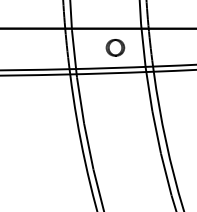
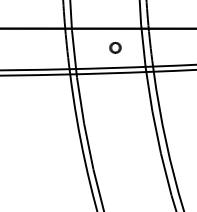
part at (115, 47) size: 21x18 px -> 13x12 px
